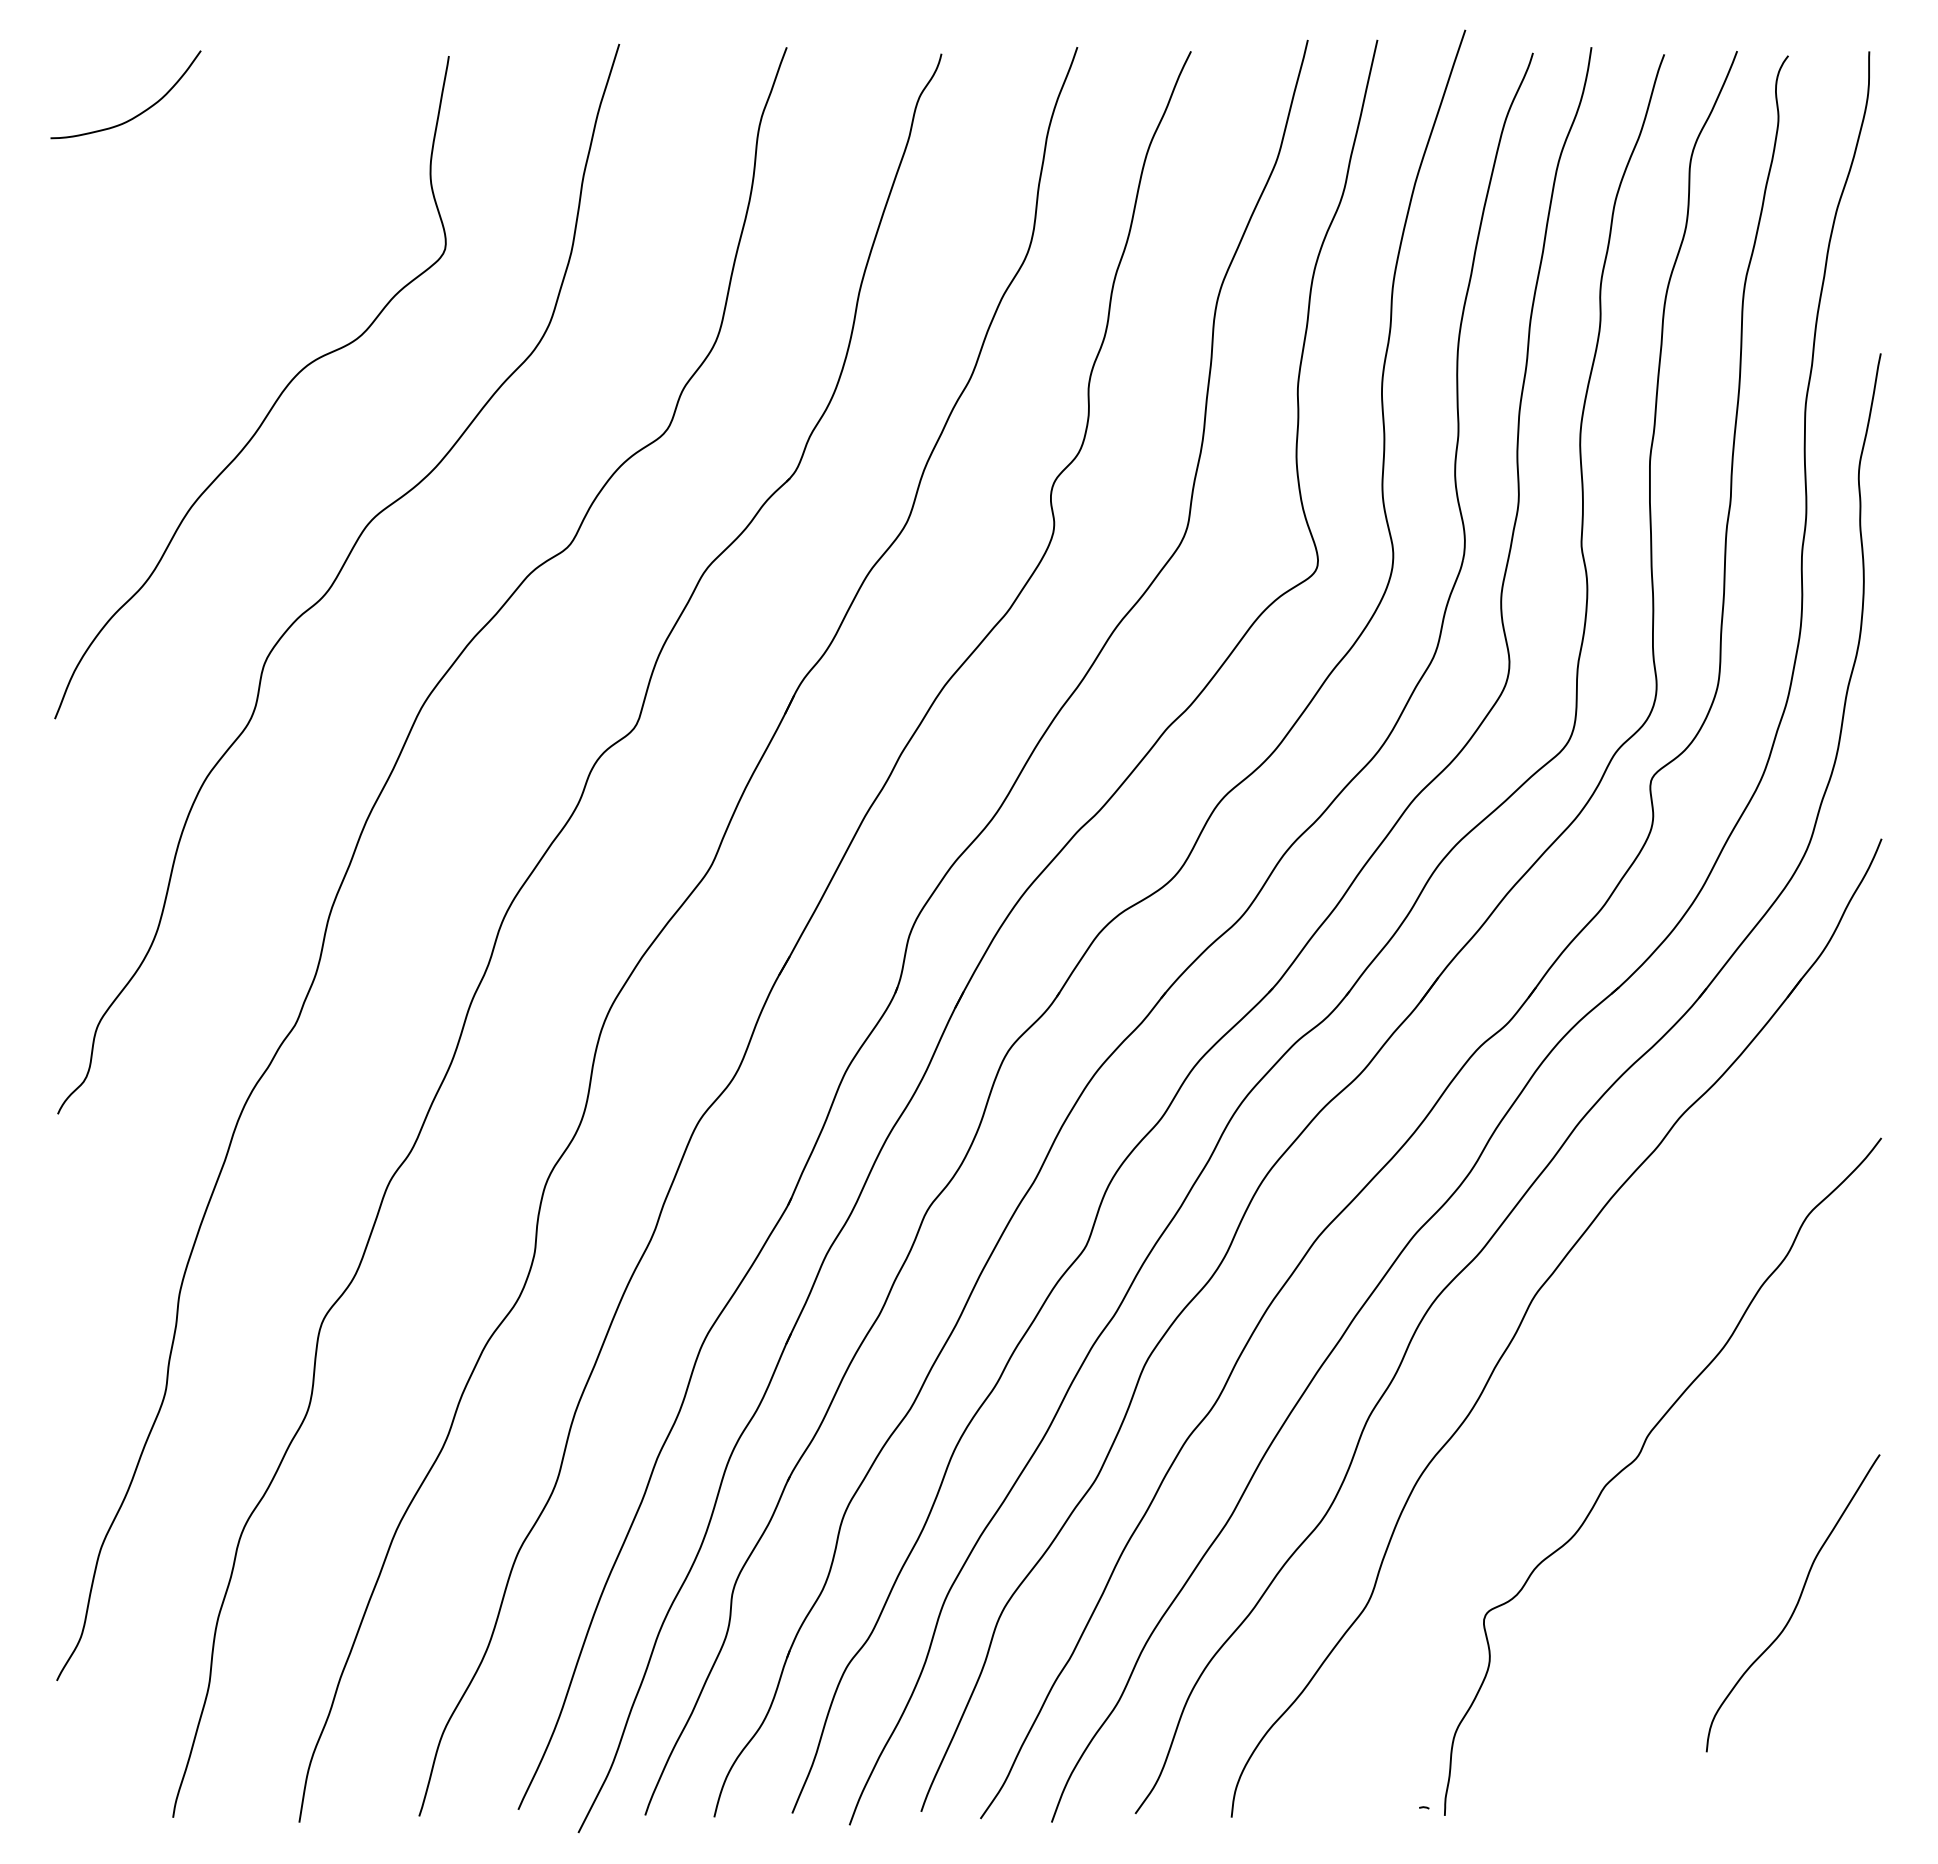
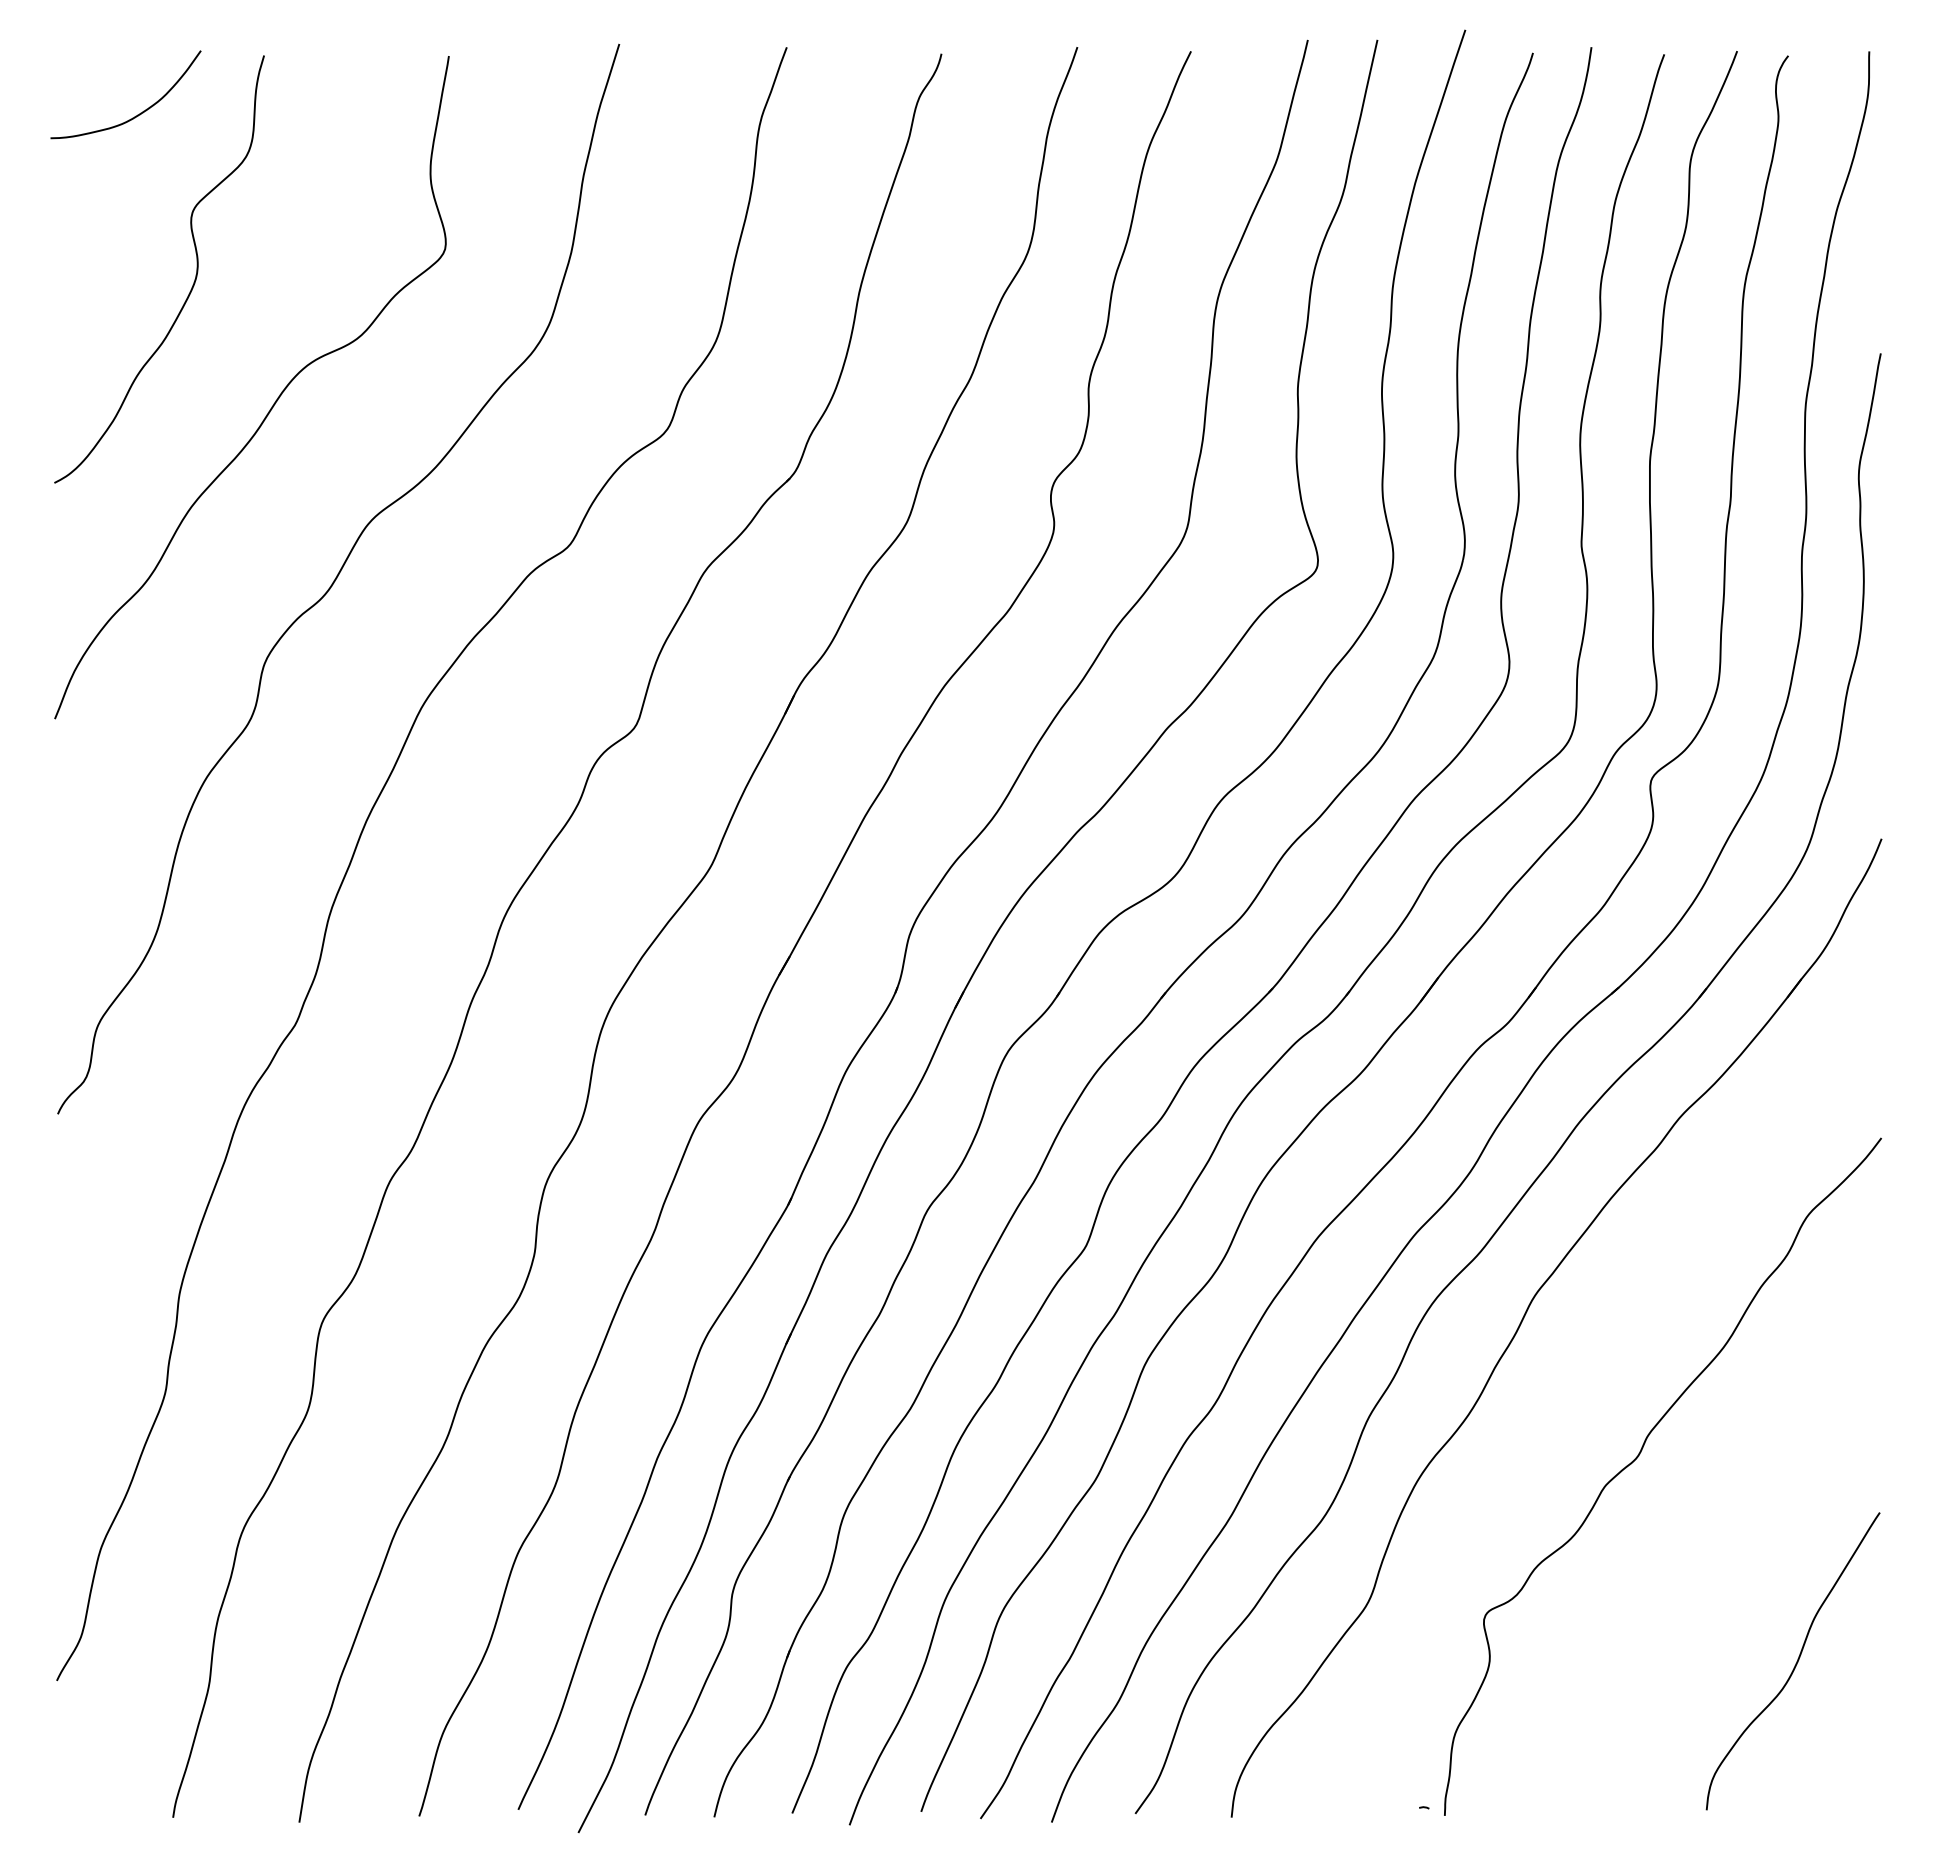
curve at (195, 274): none -> present
curve at (1795, 1605) position: (1795, 1605) -> (1795, 1663)
